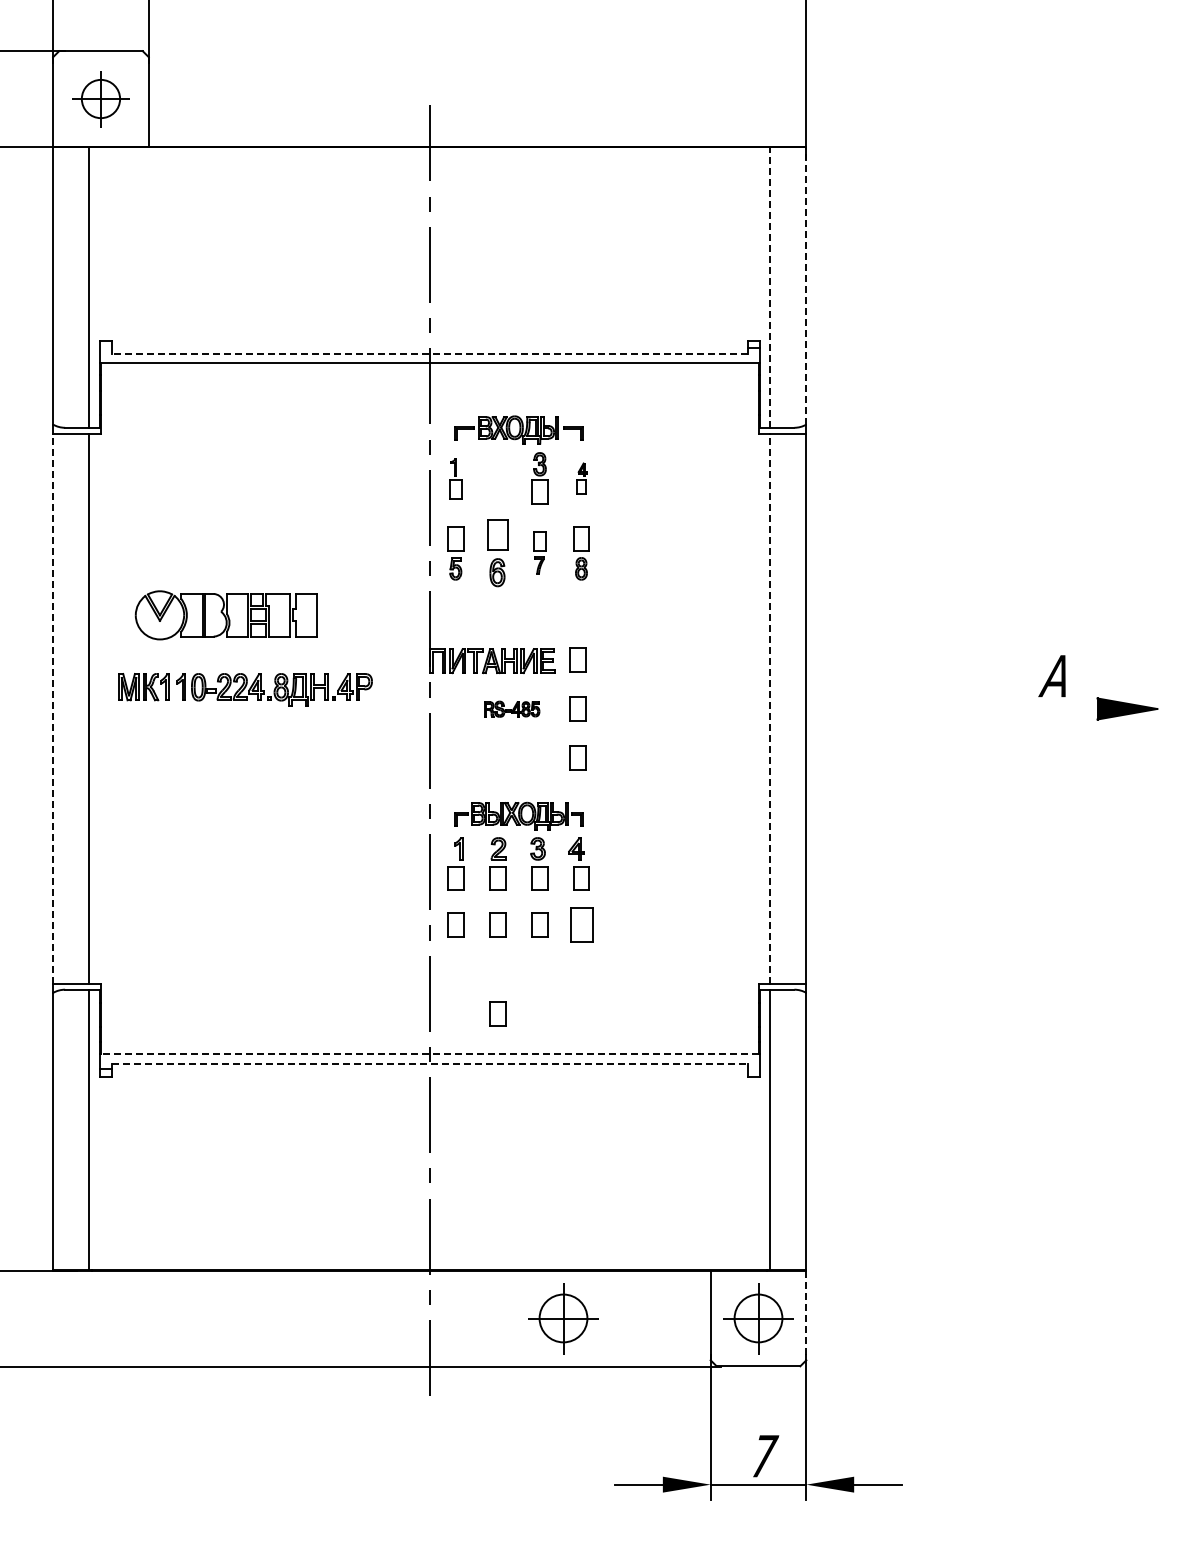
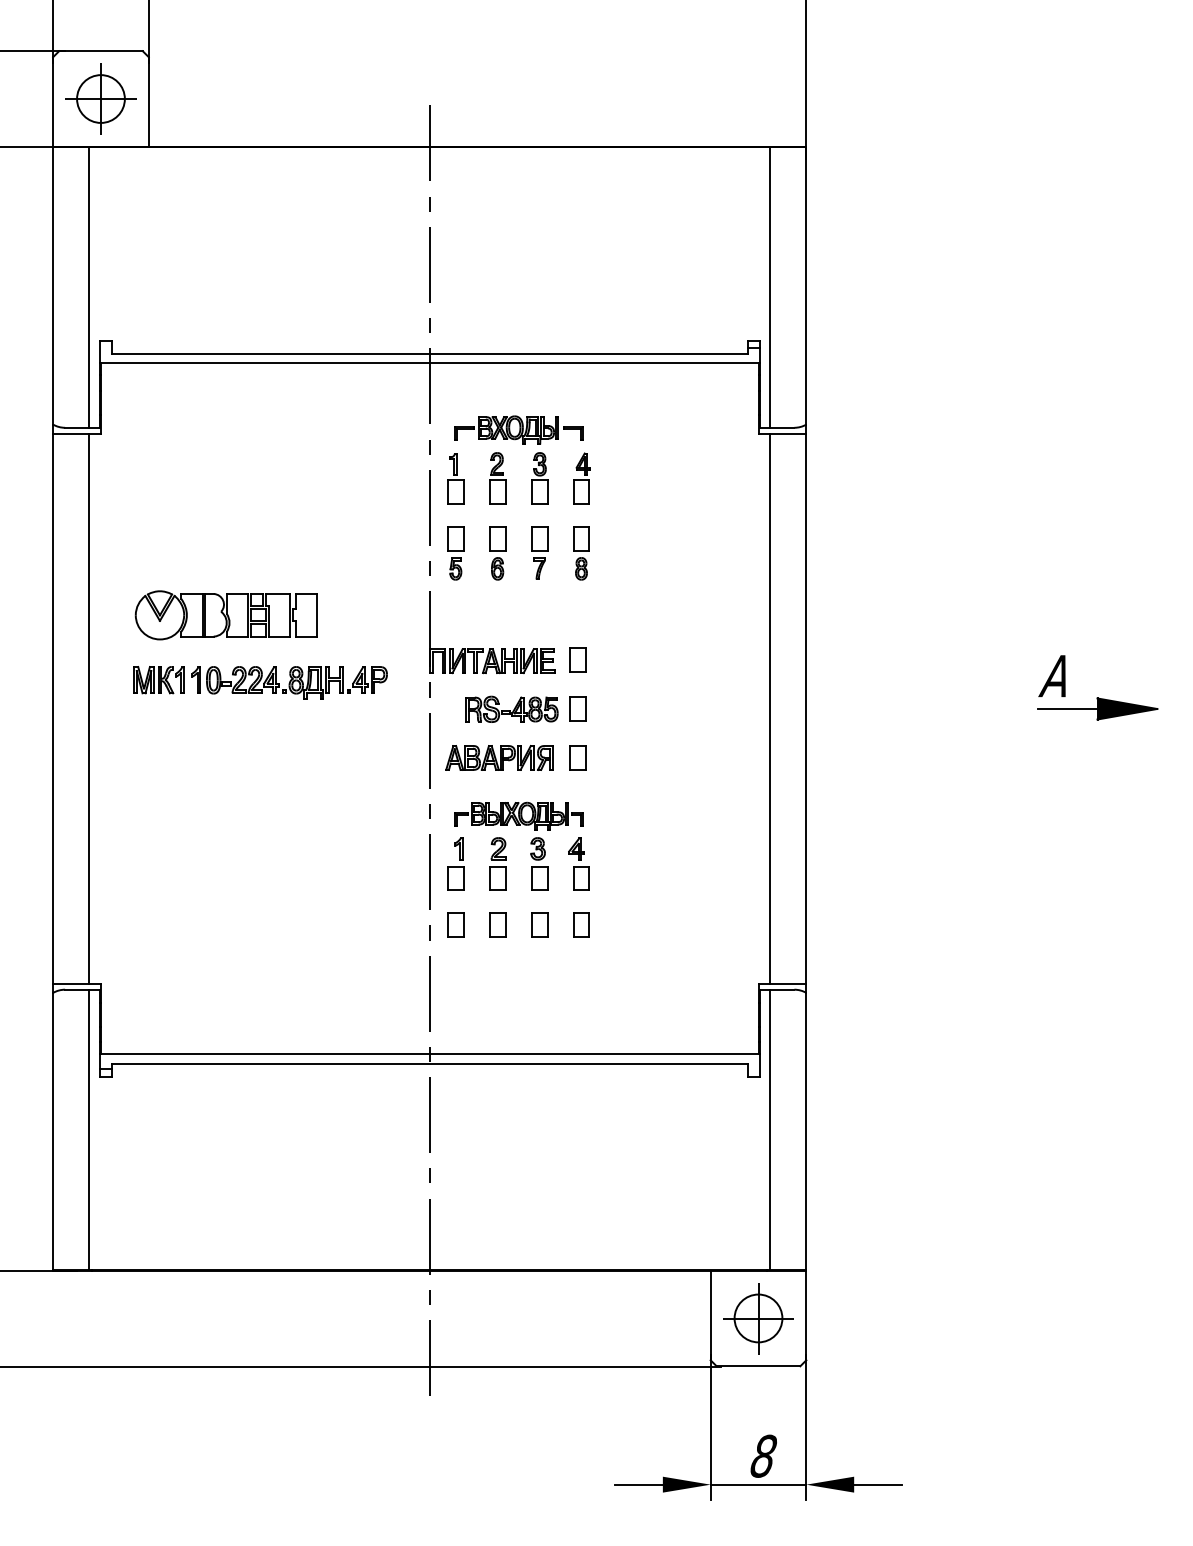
part at (100, 99) size: 58x57 px -> 72x72 px
line at (806, 285): dashed -> solid
line at (770, 286): dashed -> solid
line at (429, 353): dashed -> solid
part at (455, 478) size: 14x42 px -> 18x52 px
part at (497, 478): none -> present
part at (581, 478) size: 12x33 px -> 18x53 px
part at (539, 552) size: 14x44 px -> 18x54 px
part at (497, 553) size: 22x69 px -> 18x55 px
part at (245, 689) position: (245, 689) -> (260, 682)
line at (53, 708): dashed -> solid
part at (512, 708) size: 57x18 px -> 94x28 px
line at (770, 708): dashed -> solid
line at (1067, 708): none -> present
part at (499, 757): none -> present
part at (581, 924) size: 24x36 px -> 17x26 px
part at (497, 1013): present -> none
line at (429, 1054): dashed -> solid
line at (430, 1063): dashed -> solid
line at (806, 1315): dashed -> solid
part at (563, 1318): present -> none
text at (764, 1455): 7 -> 8
